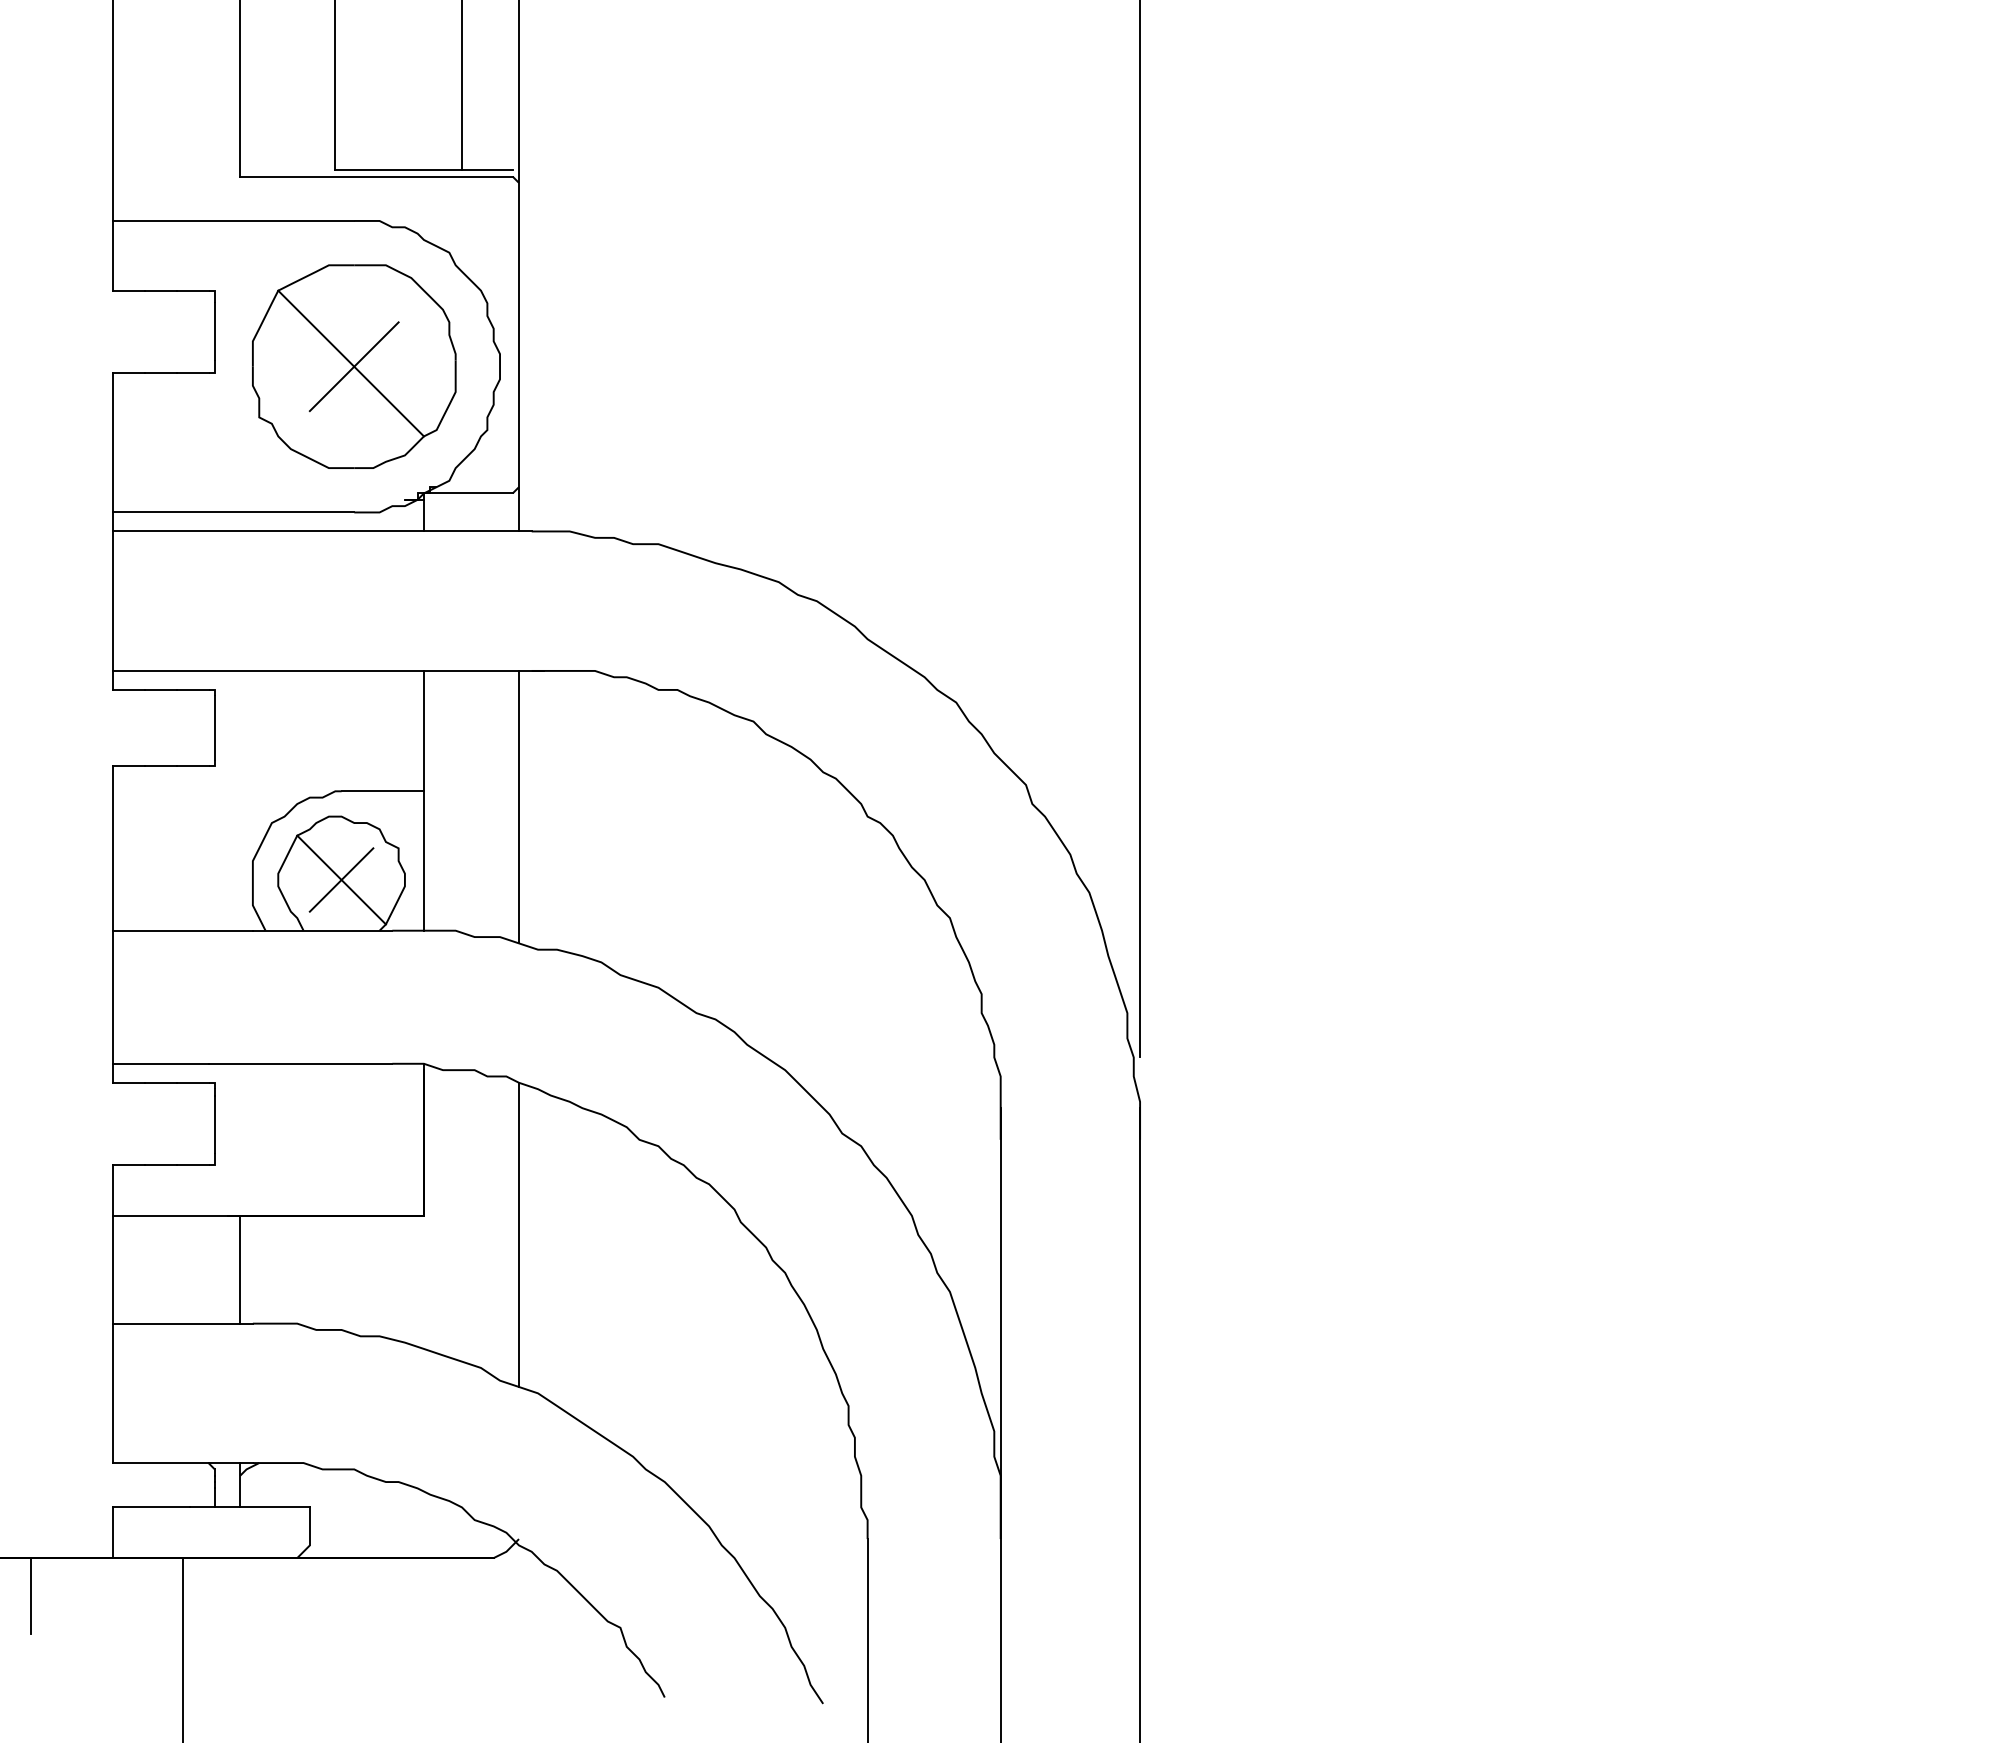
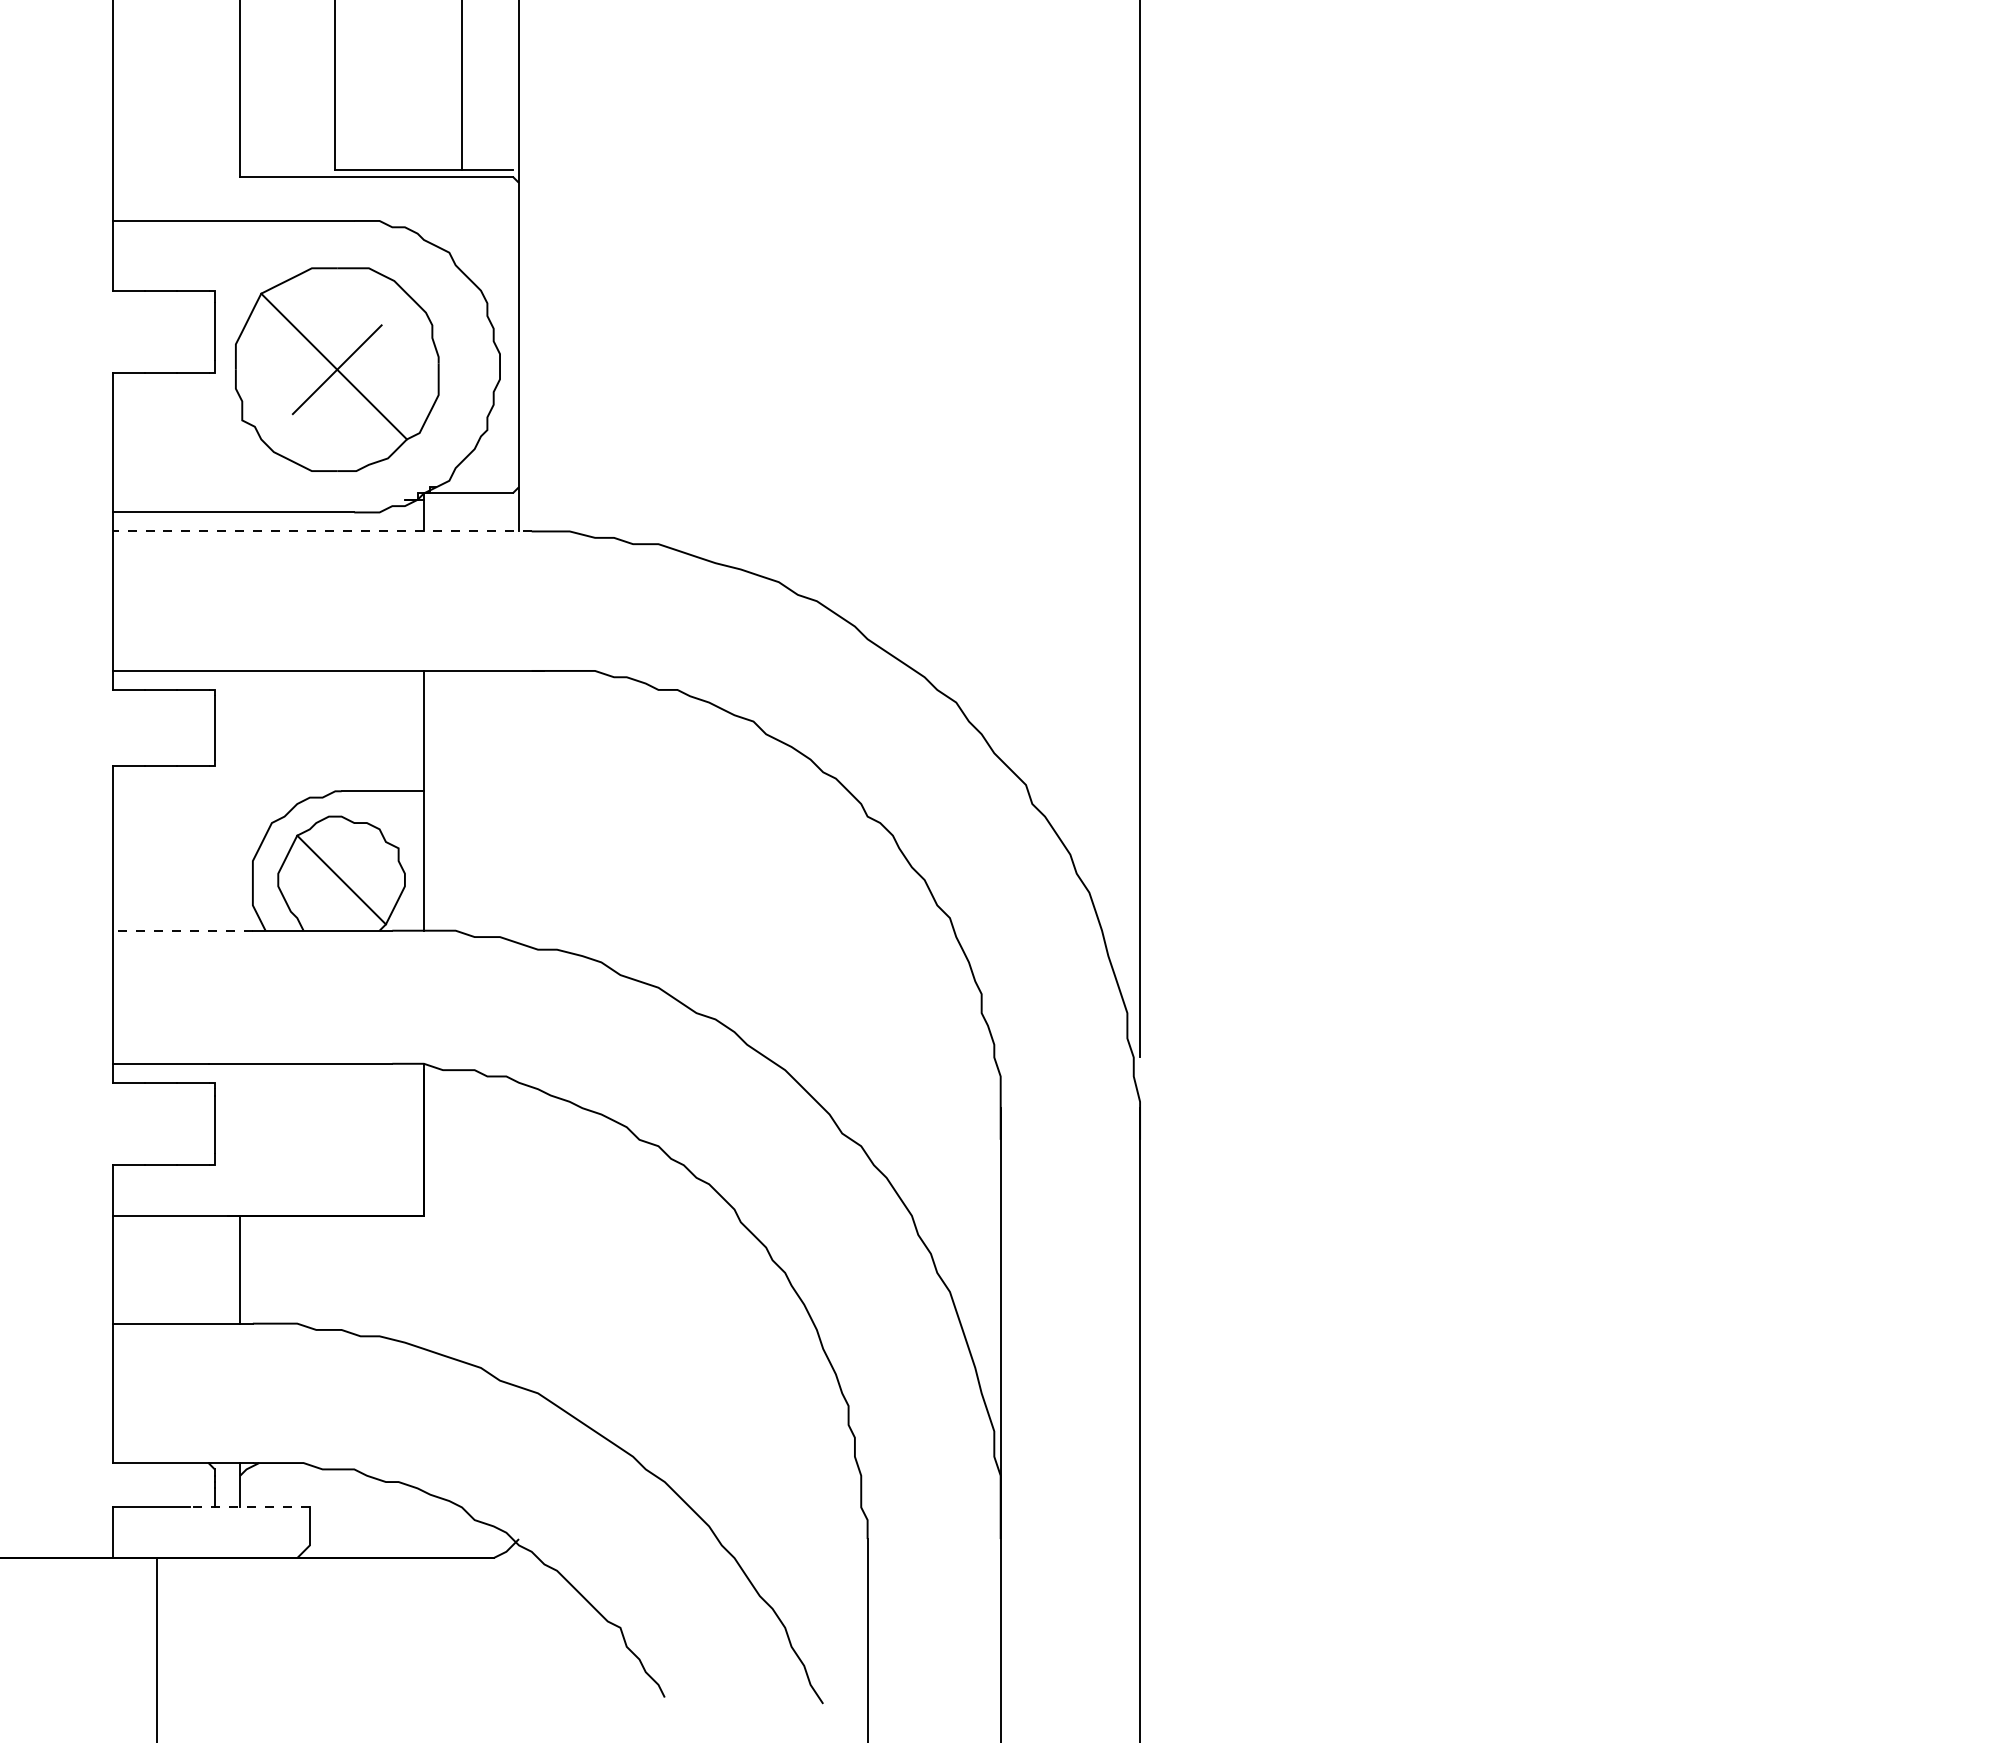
part at (354, 366) position: (354, 366) -> (337, 369)
line at (322, 531): solid -> dashed
line at (519, 806): present -> none
line at (341, 879): present -> none
line at (183, 930): solid -> dashed
line at (519, 1234): present -> none
line at (249, 1507): solid -> dashed
line at (31, 1596): present -> none
line at (183, 1648) position: (183, 1648) -> (157, 1648)
